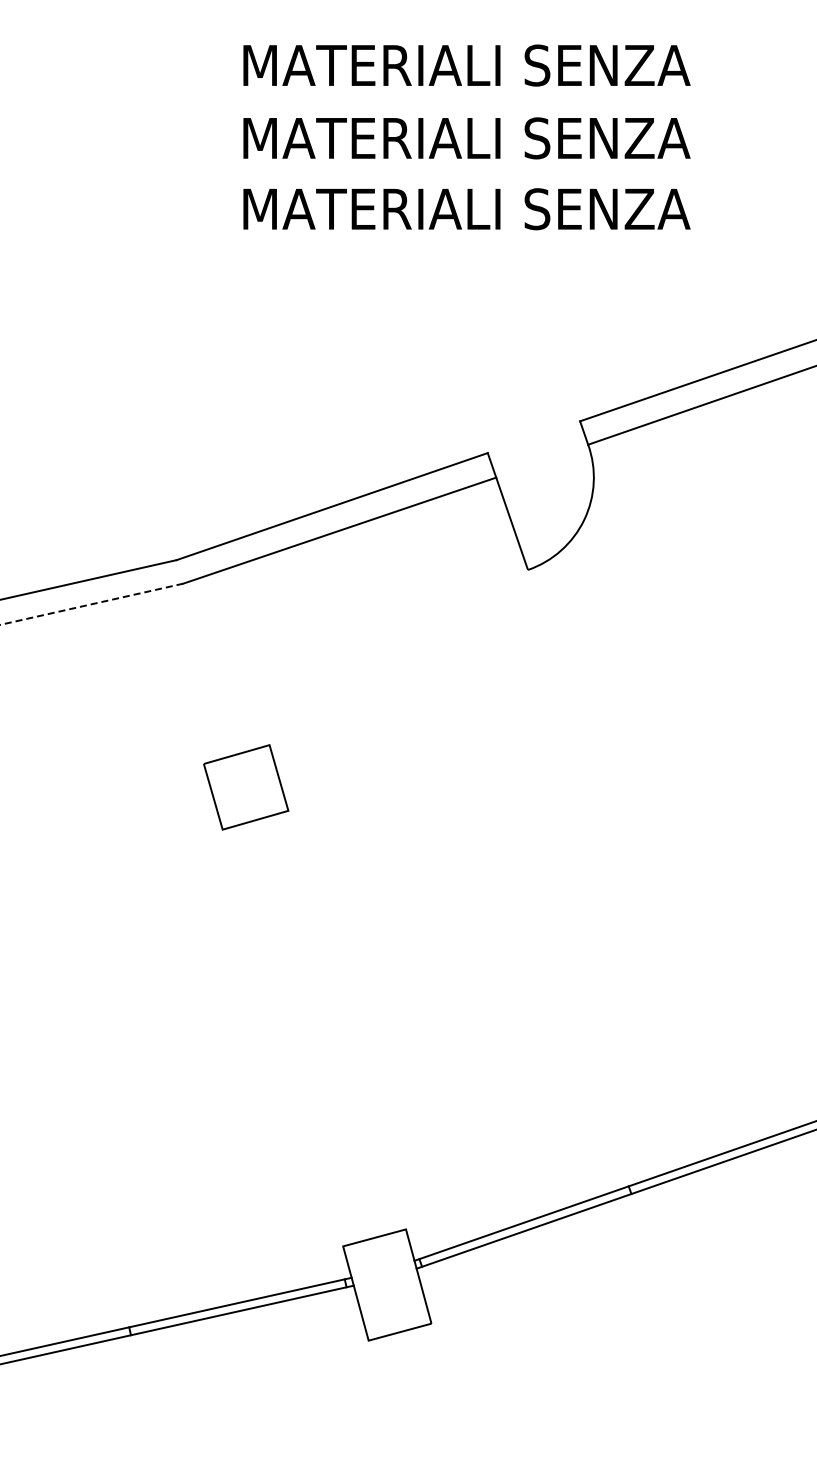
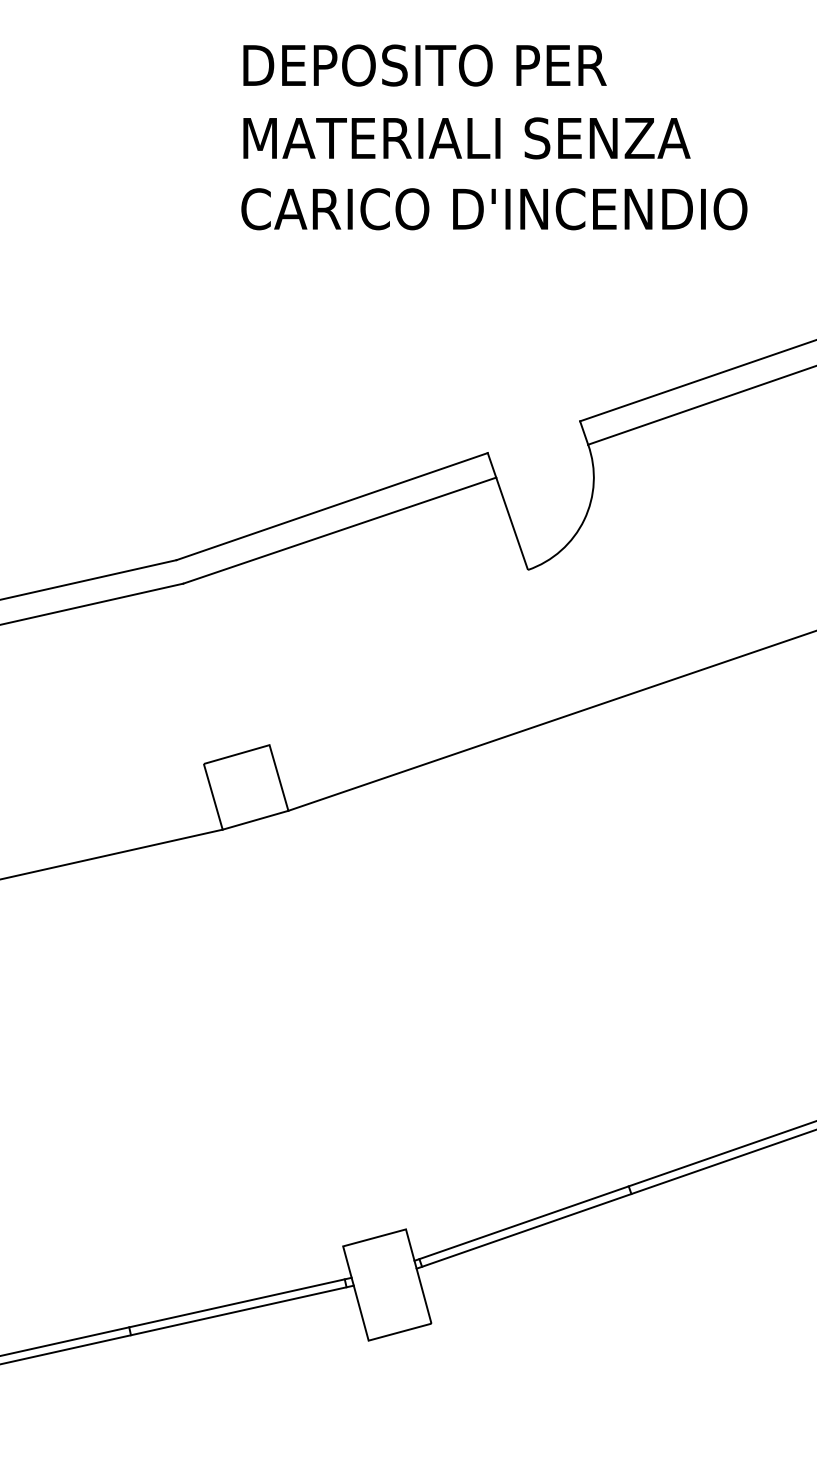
text at (469, 65): MATERIALI SENZA -> DEPOSITO PER
text at (494, 209): MATERIALI SENZA -> CARICO D'INCENDIO
line at (92, 604): dashed -> solid
line at (550, 720): none -> present
line at (112, 854): none -> present
